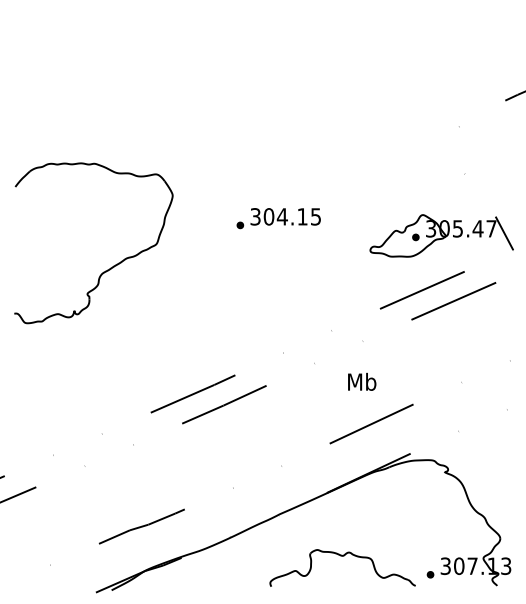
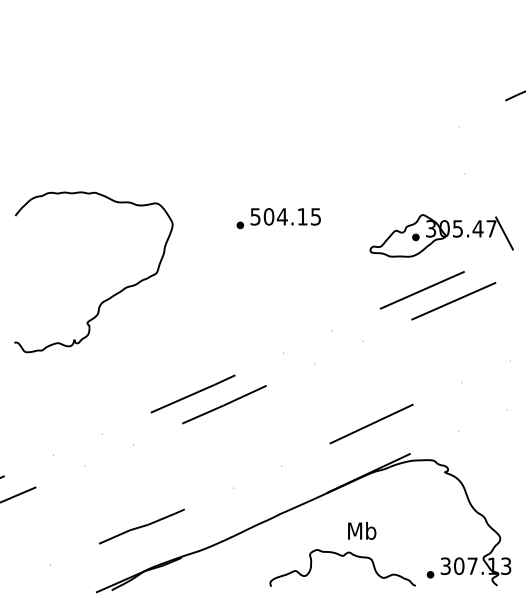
text at (255, 216): 304.15 -> 504.15
part at (110, 267) position: (110, 267) -> (110, 296)
text at (362, 381) position: (362, 381) -> (362, 530)
